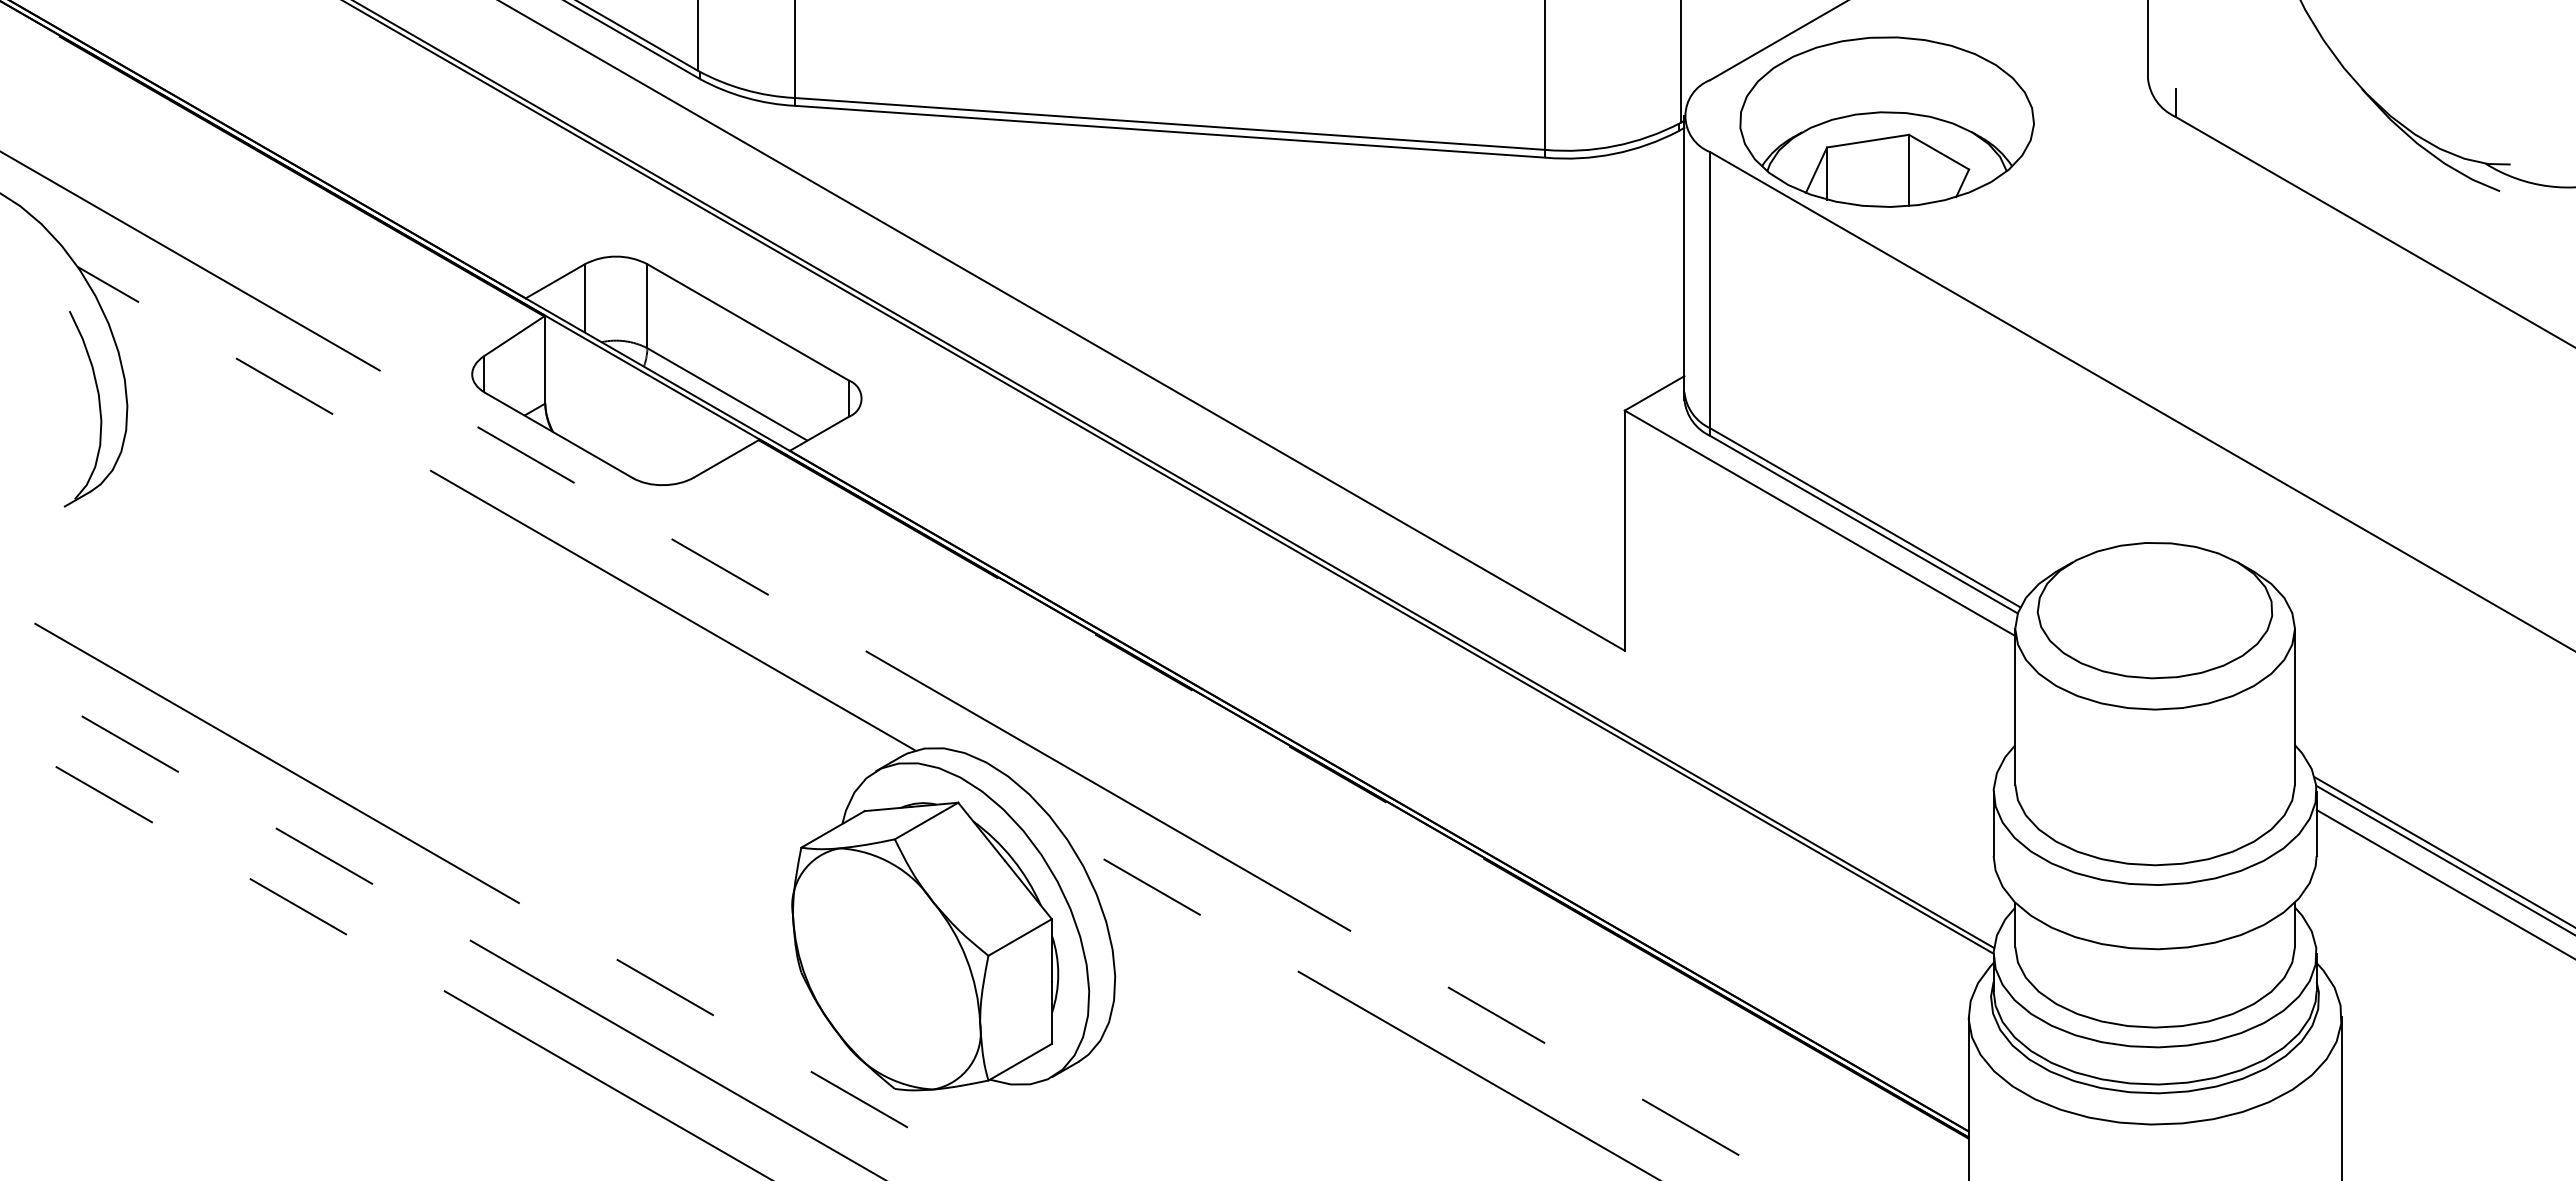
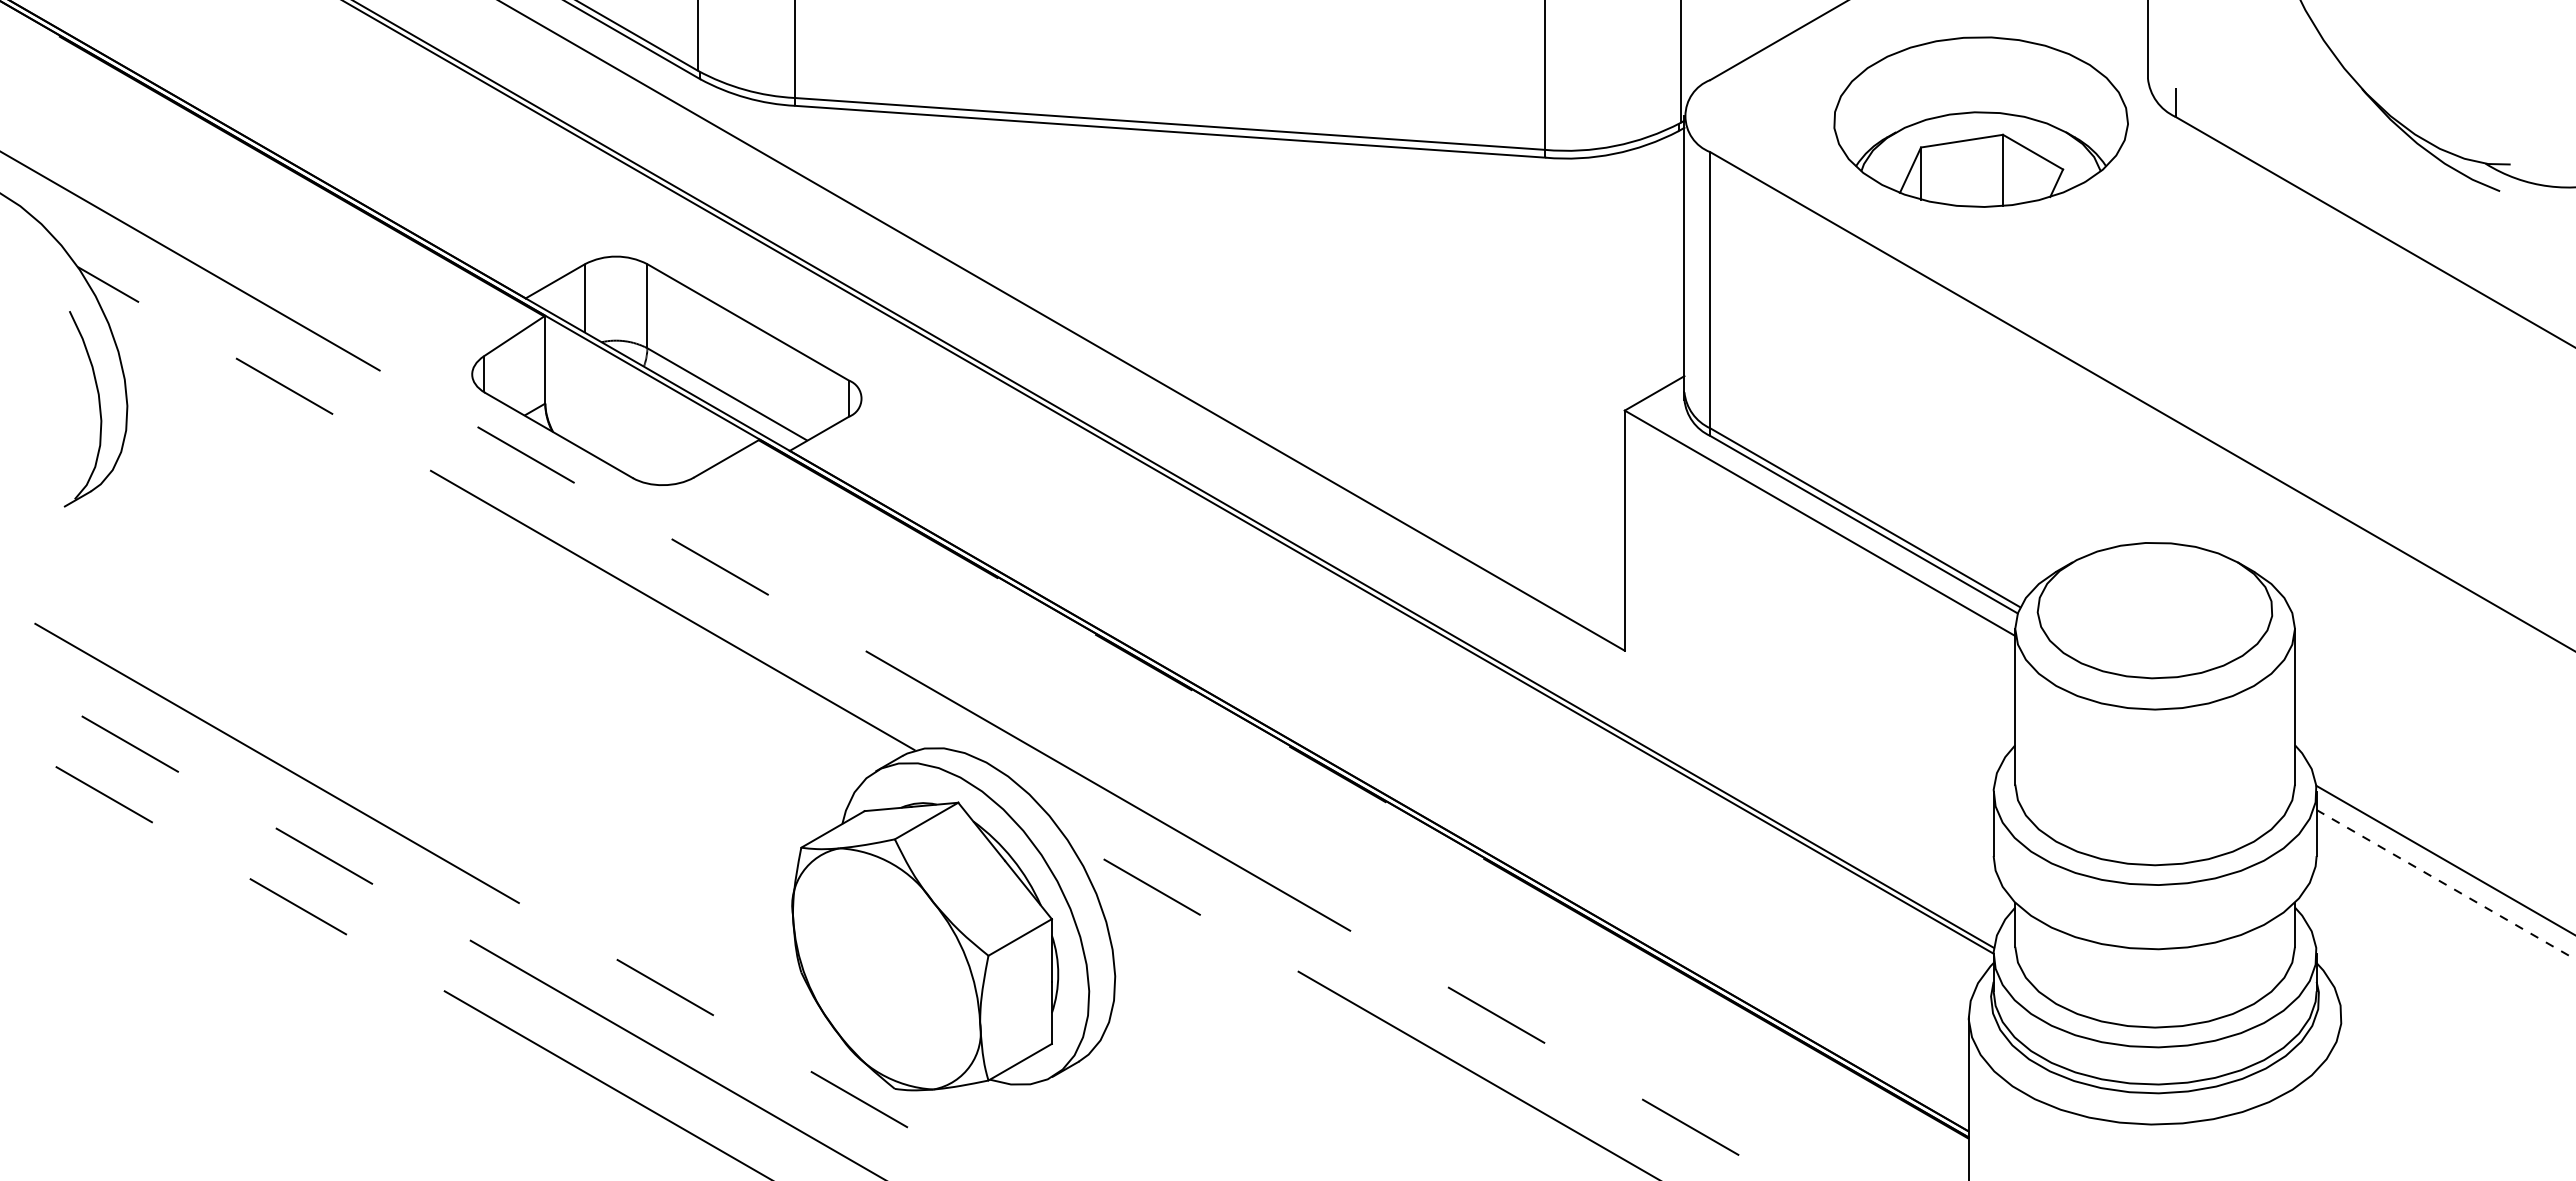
part at (1886, 121) position: (1886, 121) -> (1980, 121)
line at (2443, 851): present -> none
line at (2446, 884): solid -> dashed
line at (2341, 1096): present -> none
